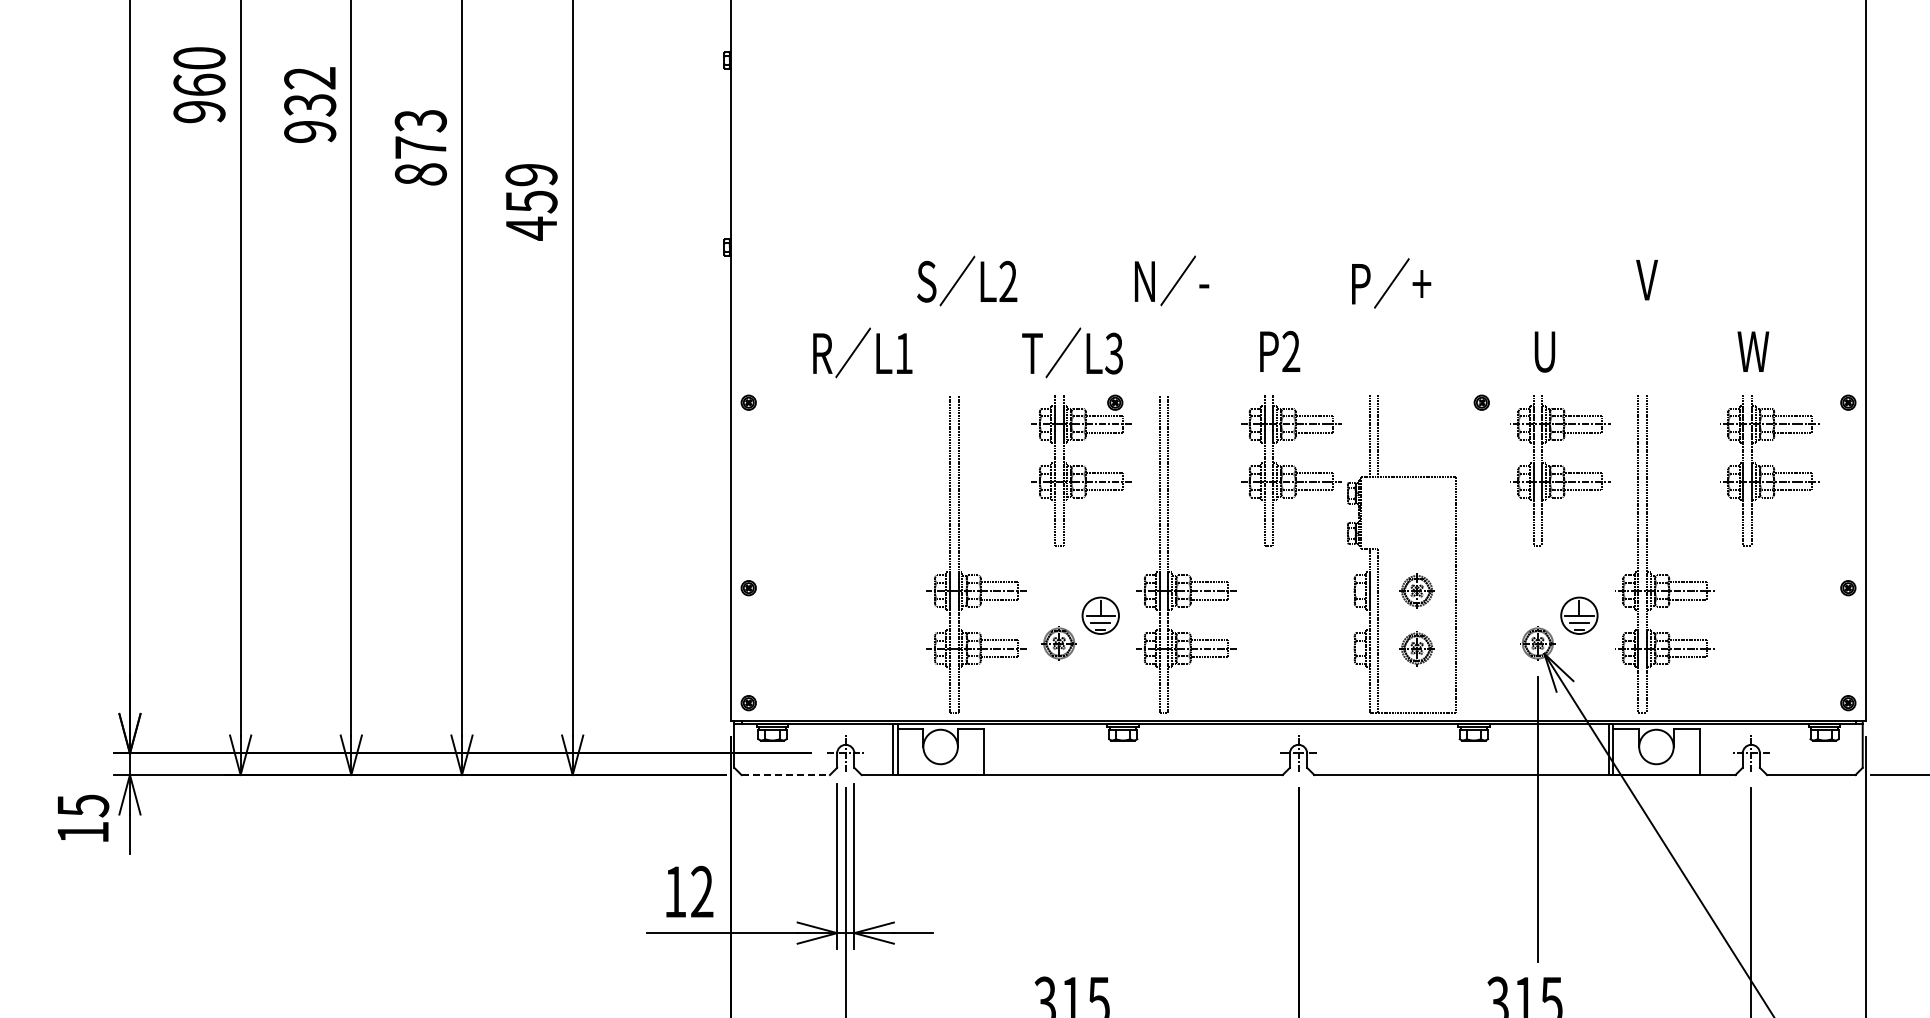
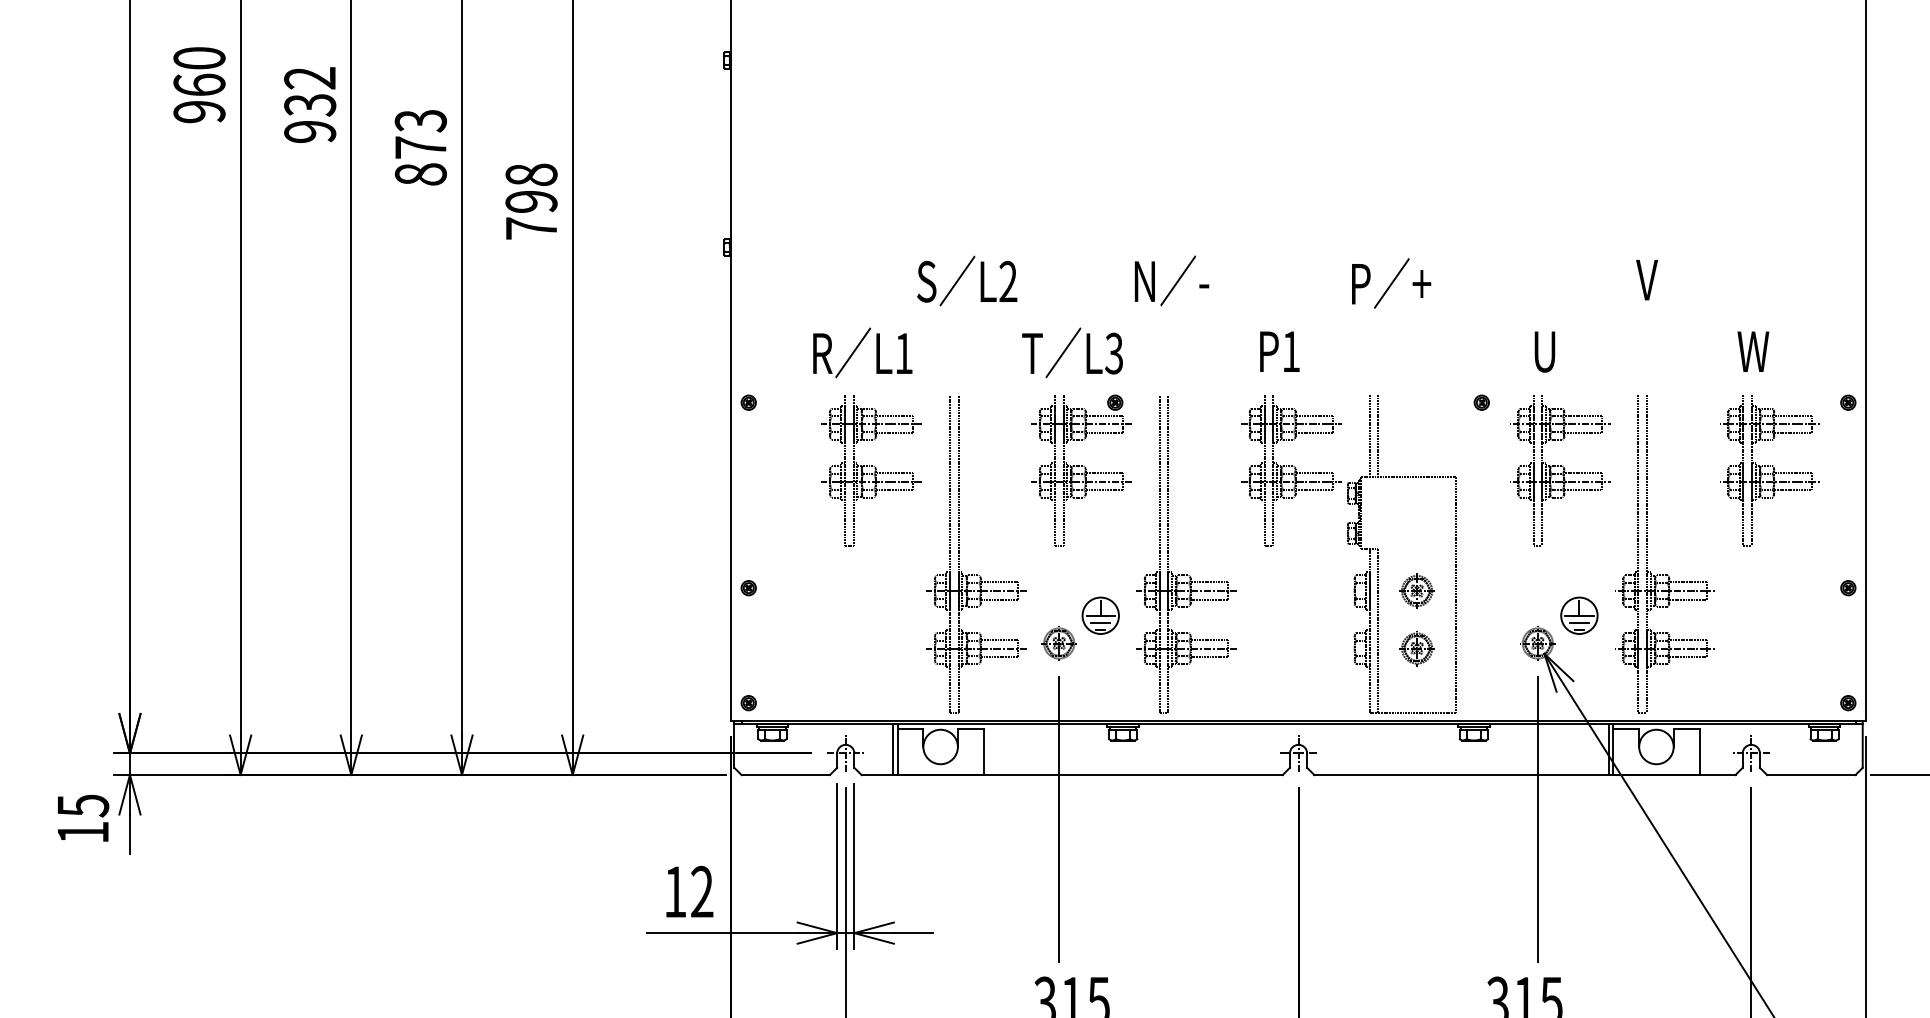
text at (531, 201): 459 -> 798
text at (1291, 350): P2 -> P1
part at (871, 470): none -> present
line at (786, 775): dashed -> solid
line at (1059, 819): none -> present
